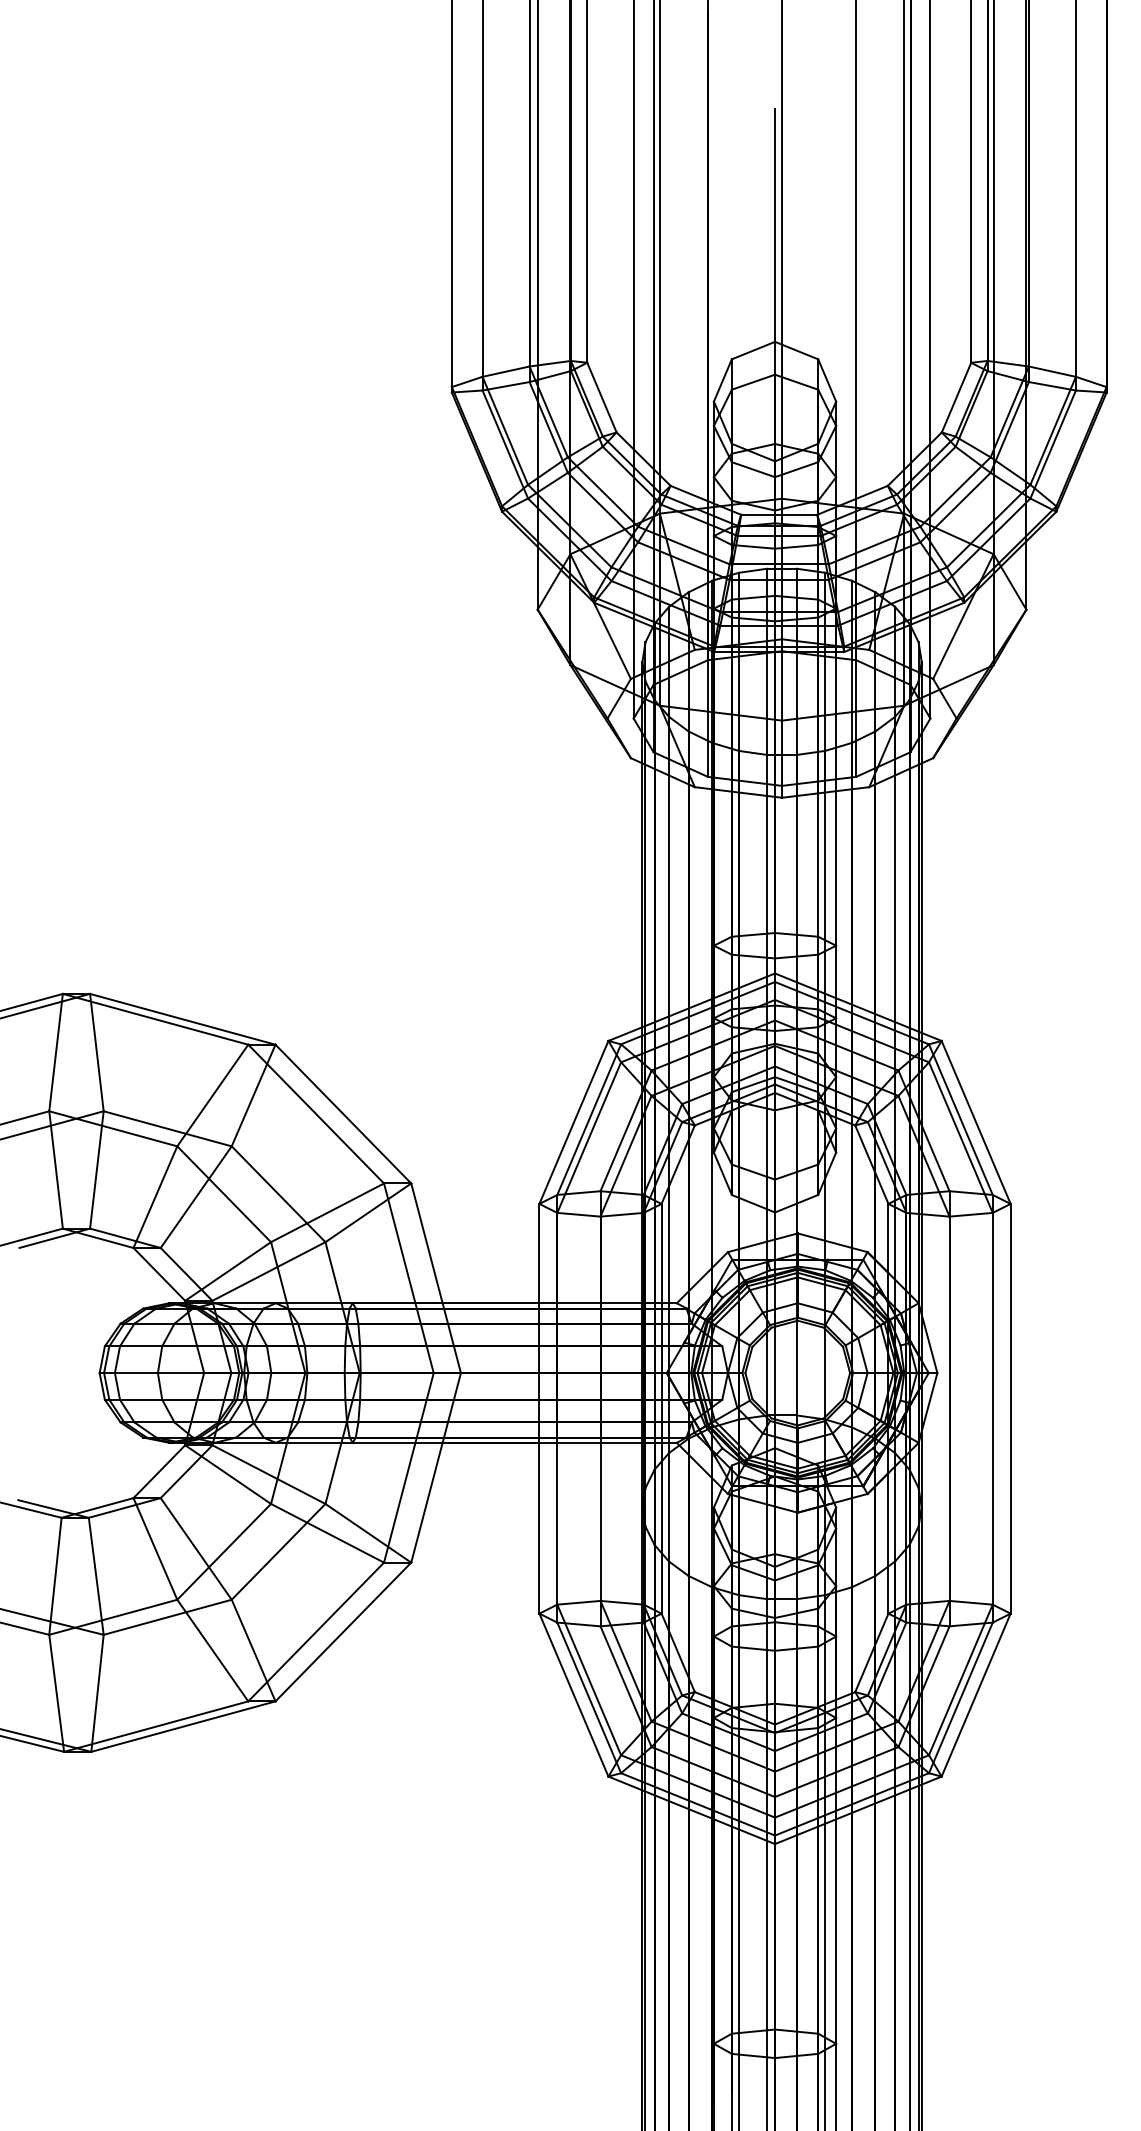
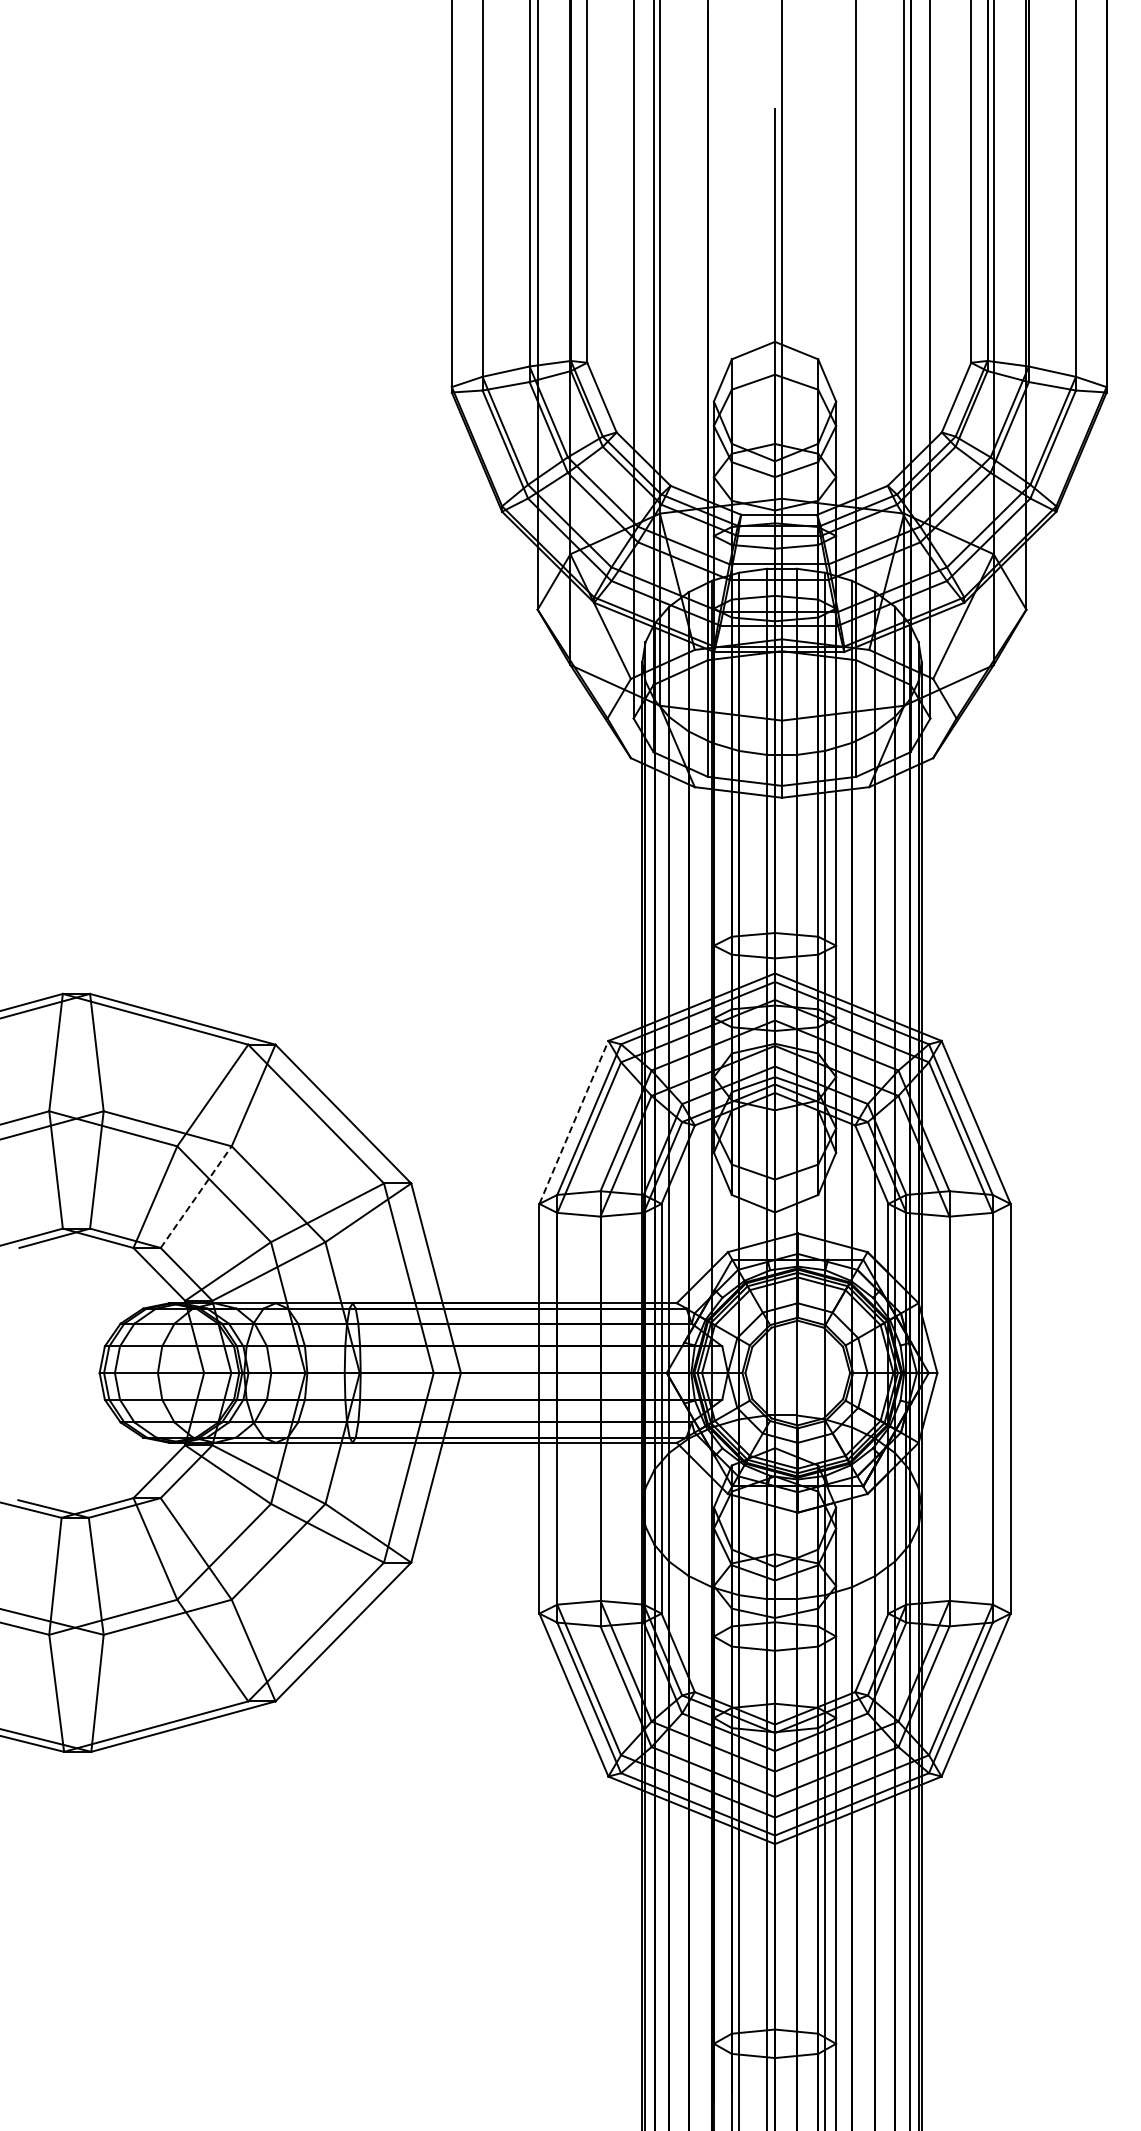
line at (574, 1121): solid -> dashed
line at (196, 1197): solid -> dashed
